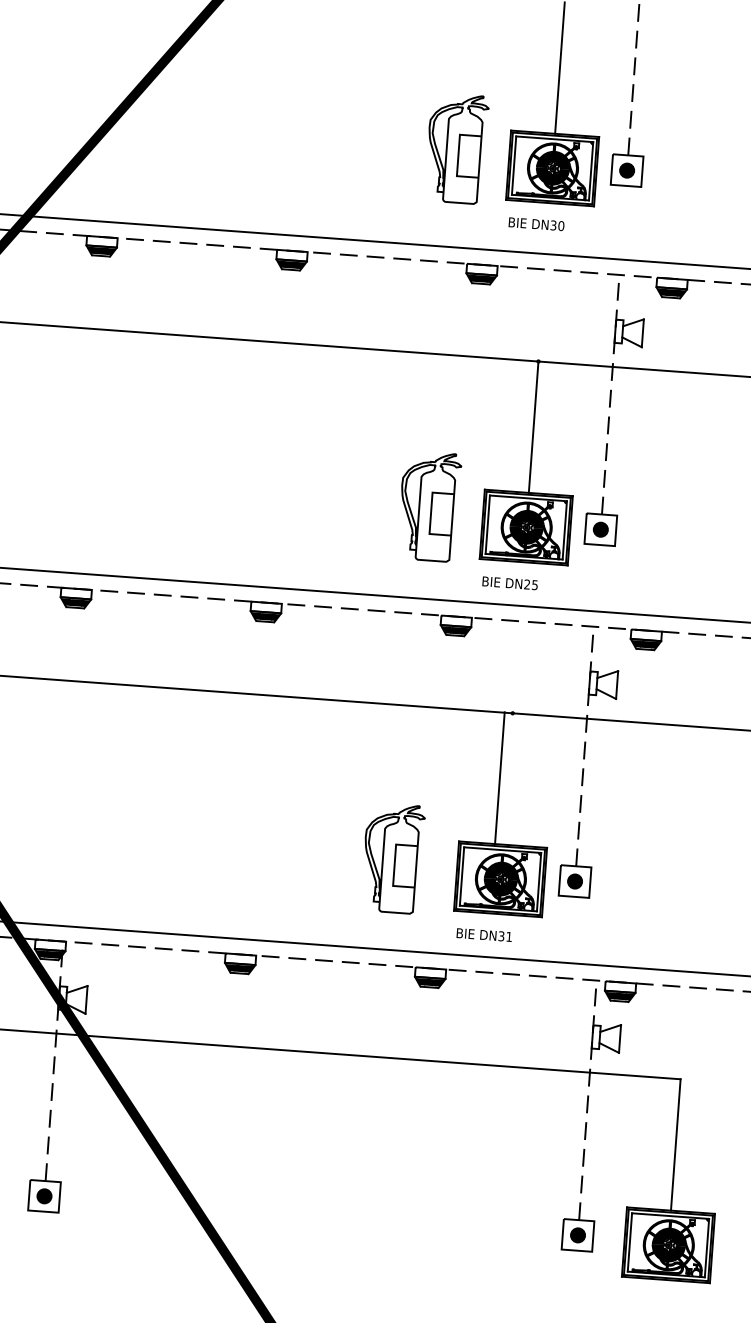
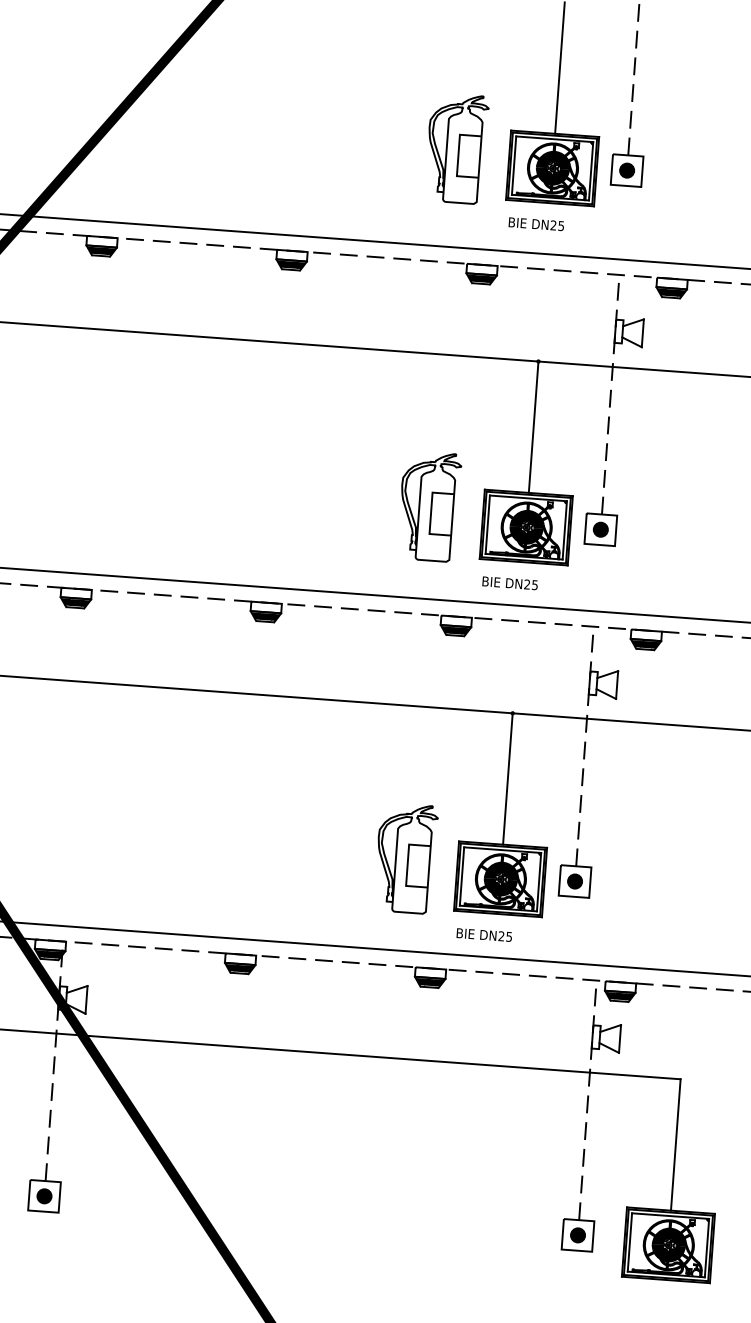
text at (557, 225): DN30 -> DN25
line at (499, 777) position: (499, 777) -> (507, 778)
part at (394, 859) position: (394, 859) -> (407, 859)
text at (504, 936): DN31 -> DN25
